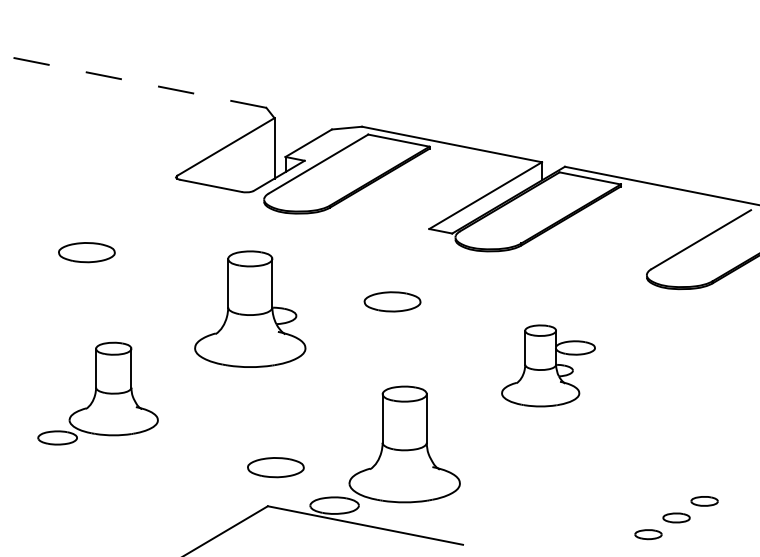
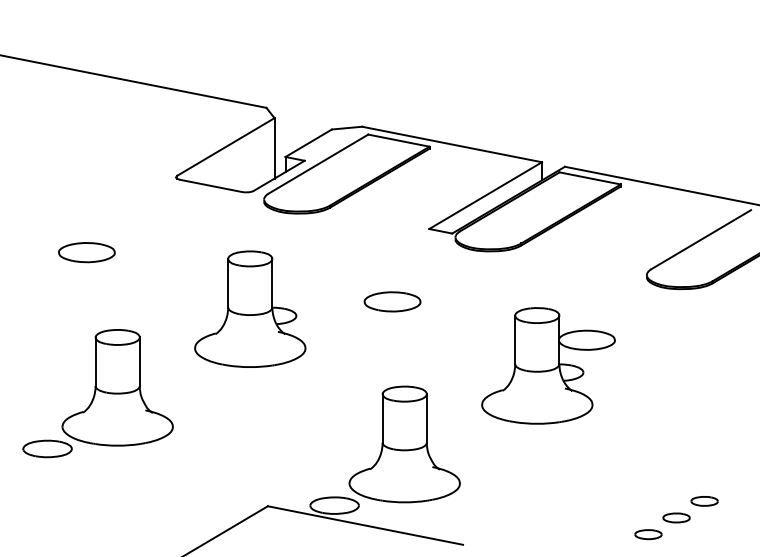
line at (133, 81): dashed -> solid
part at (548, 365) size: 95x84 px -> 135x118 px
part at (97, 393) size: 122x105 px -> 152x130 px
part at (275, 467): present -> none
